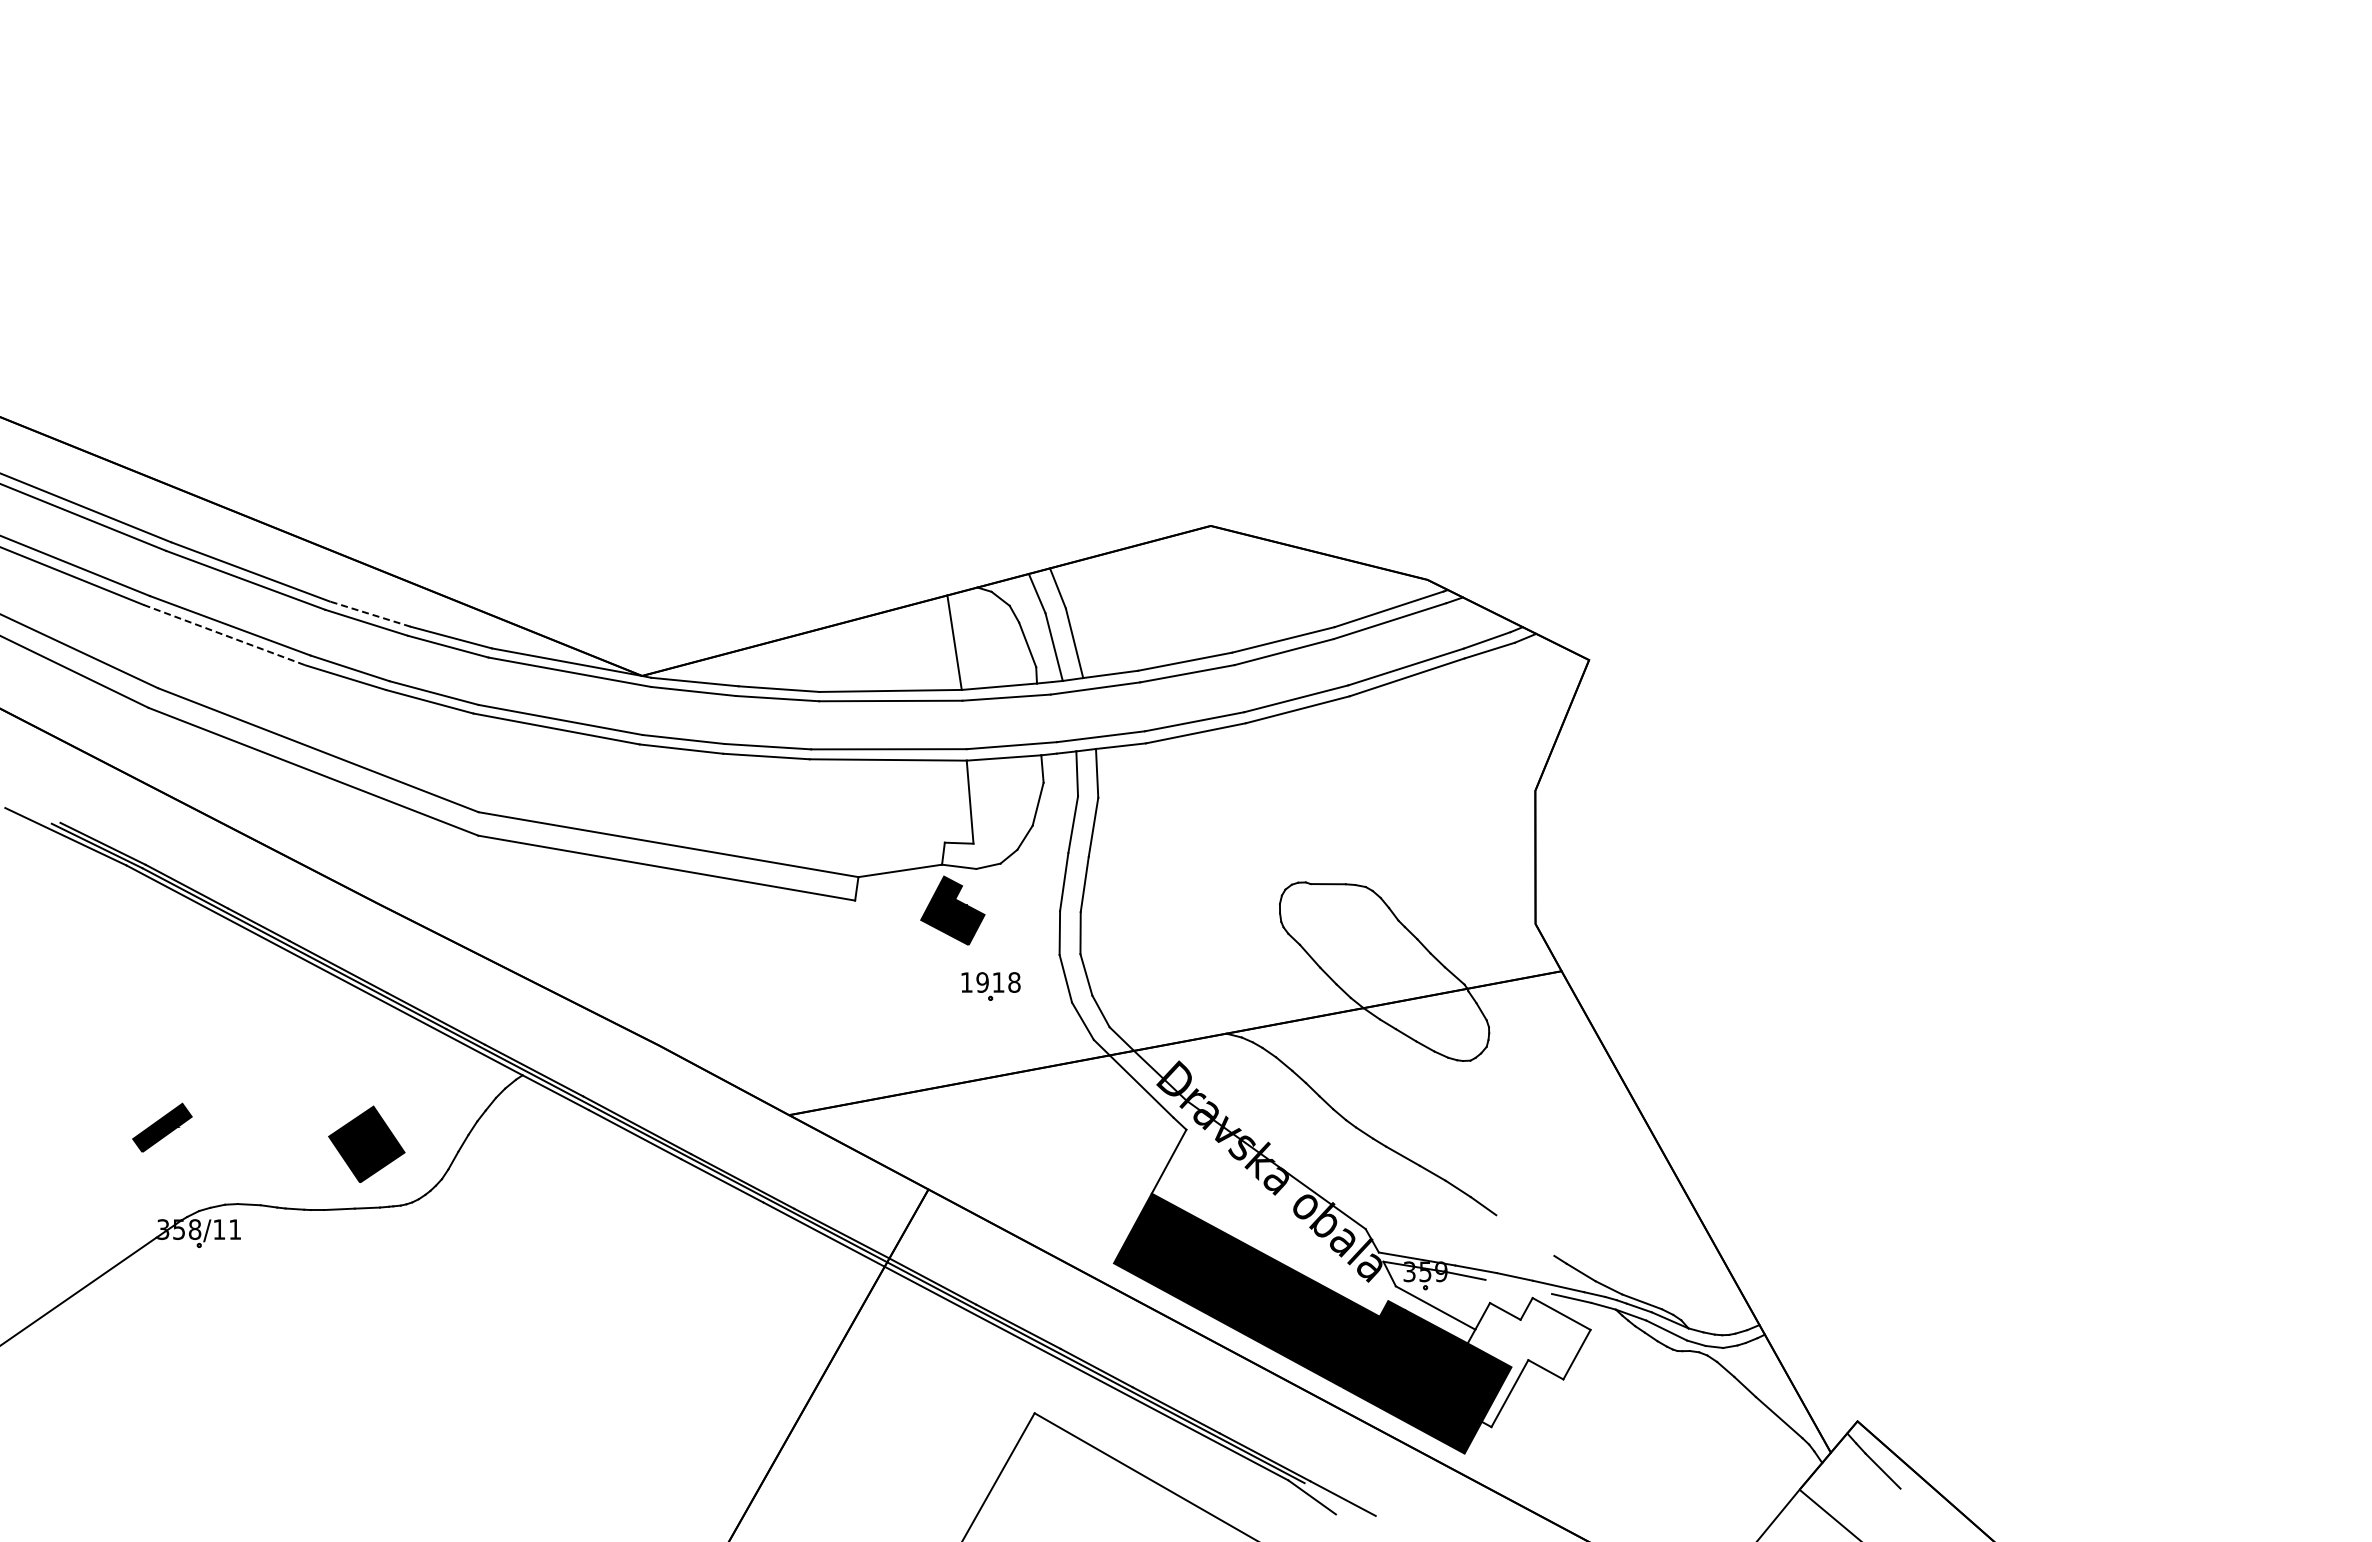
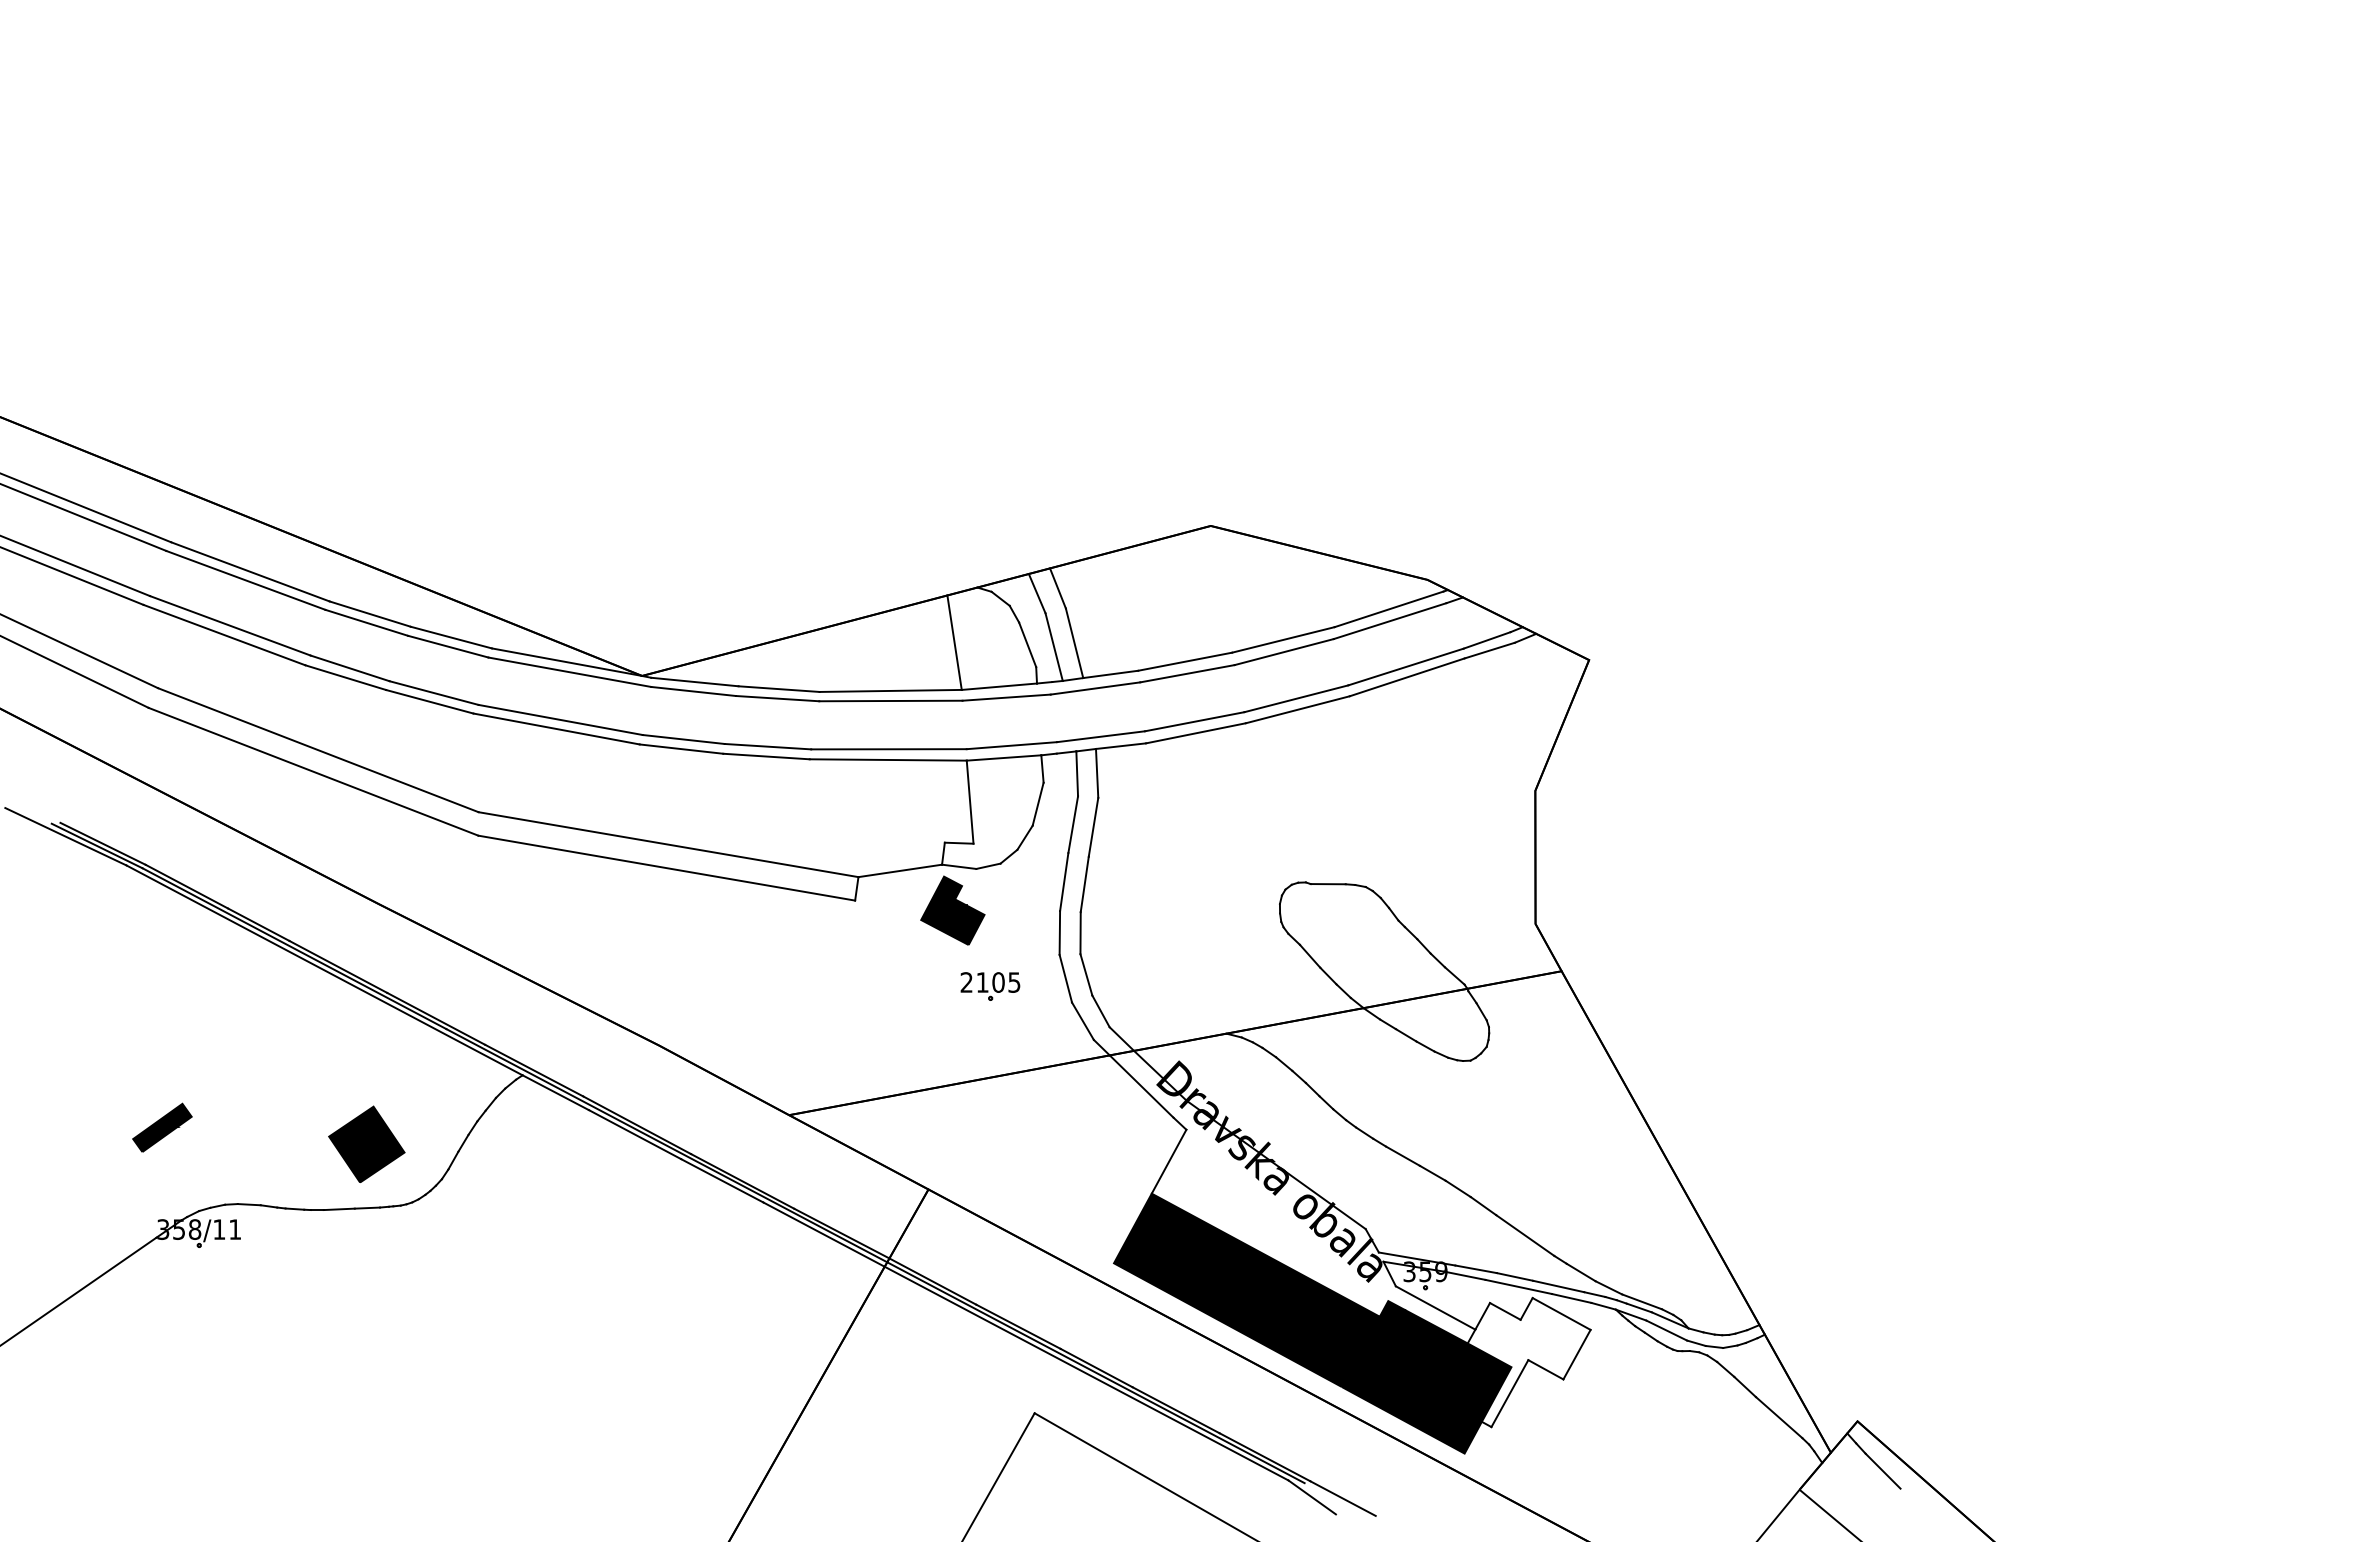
line at (369, 613): dashed -> solid
line at (224, 635): dashed -> solid
text at (990, 982): 1918 -> 2105
line at (1525, 1235): none -> present
line at (1518, 1286): none -> present
